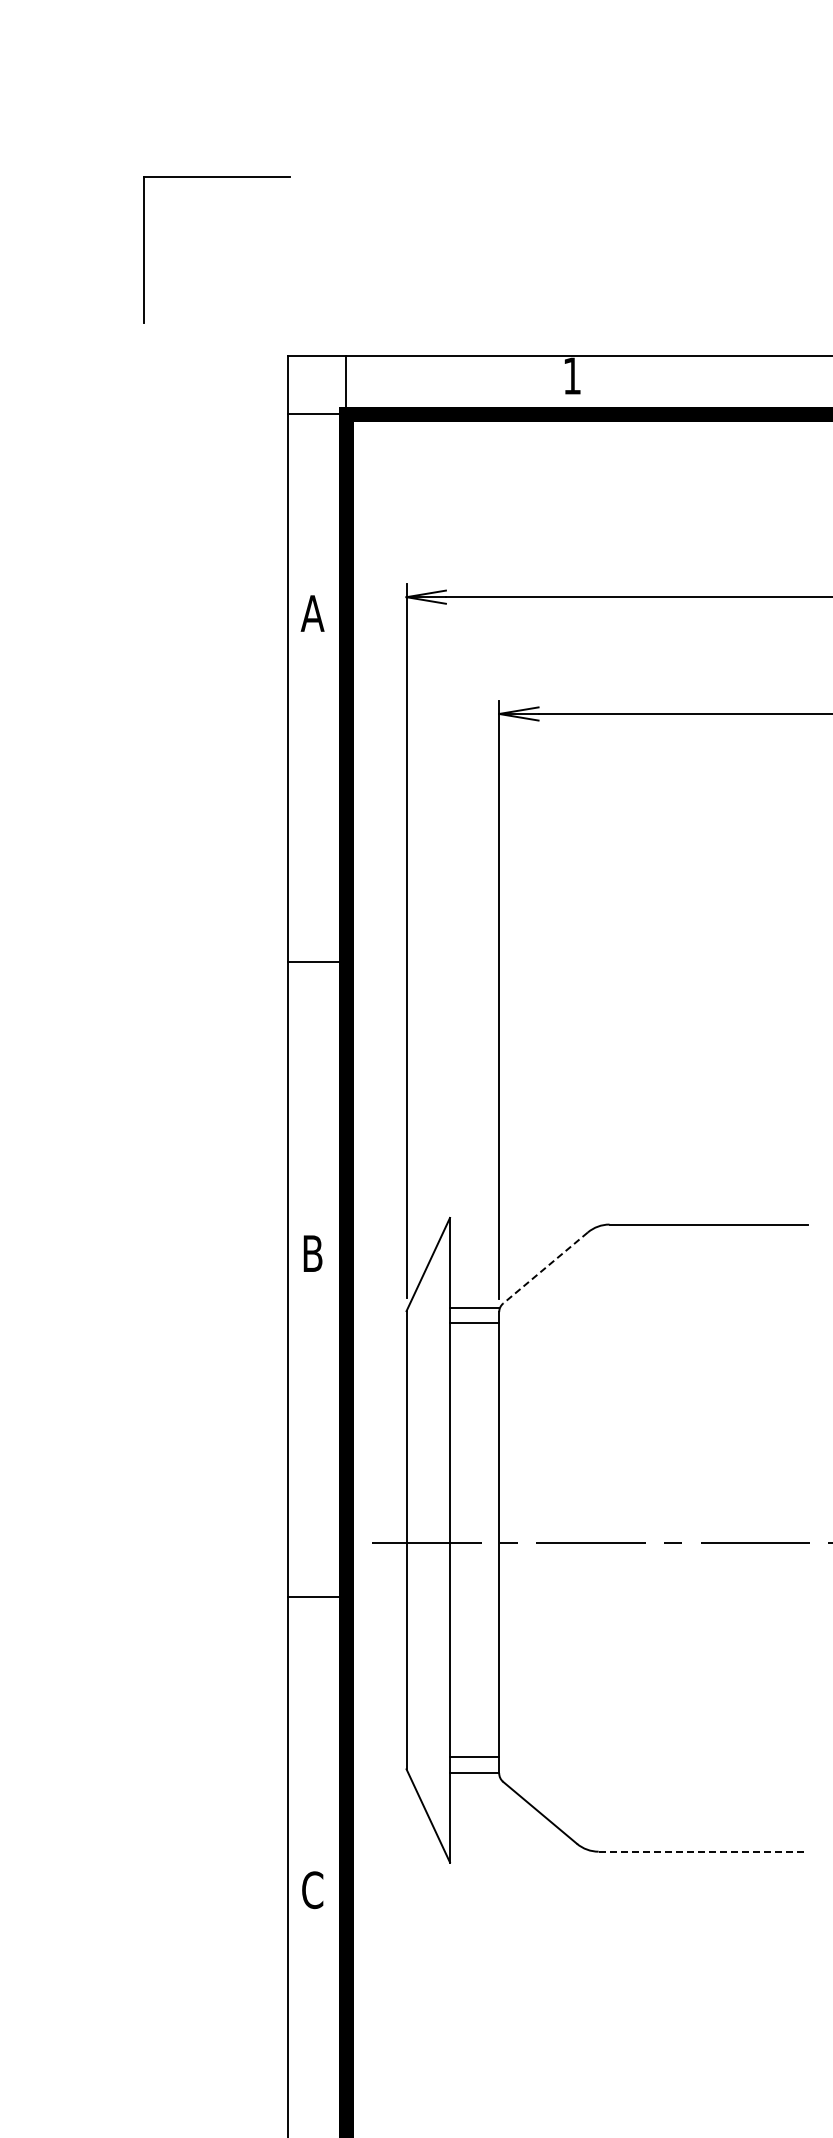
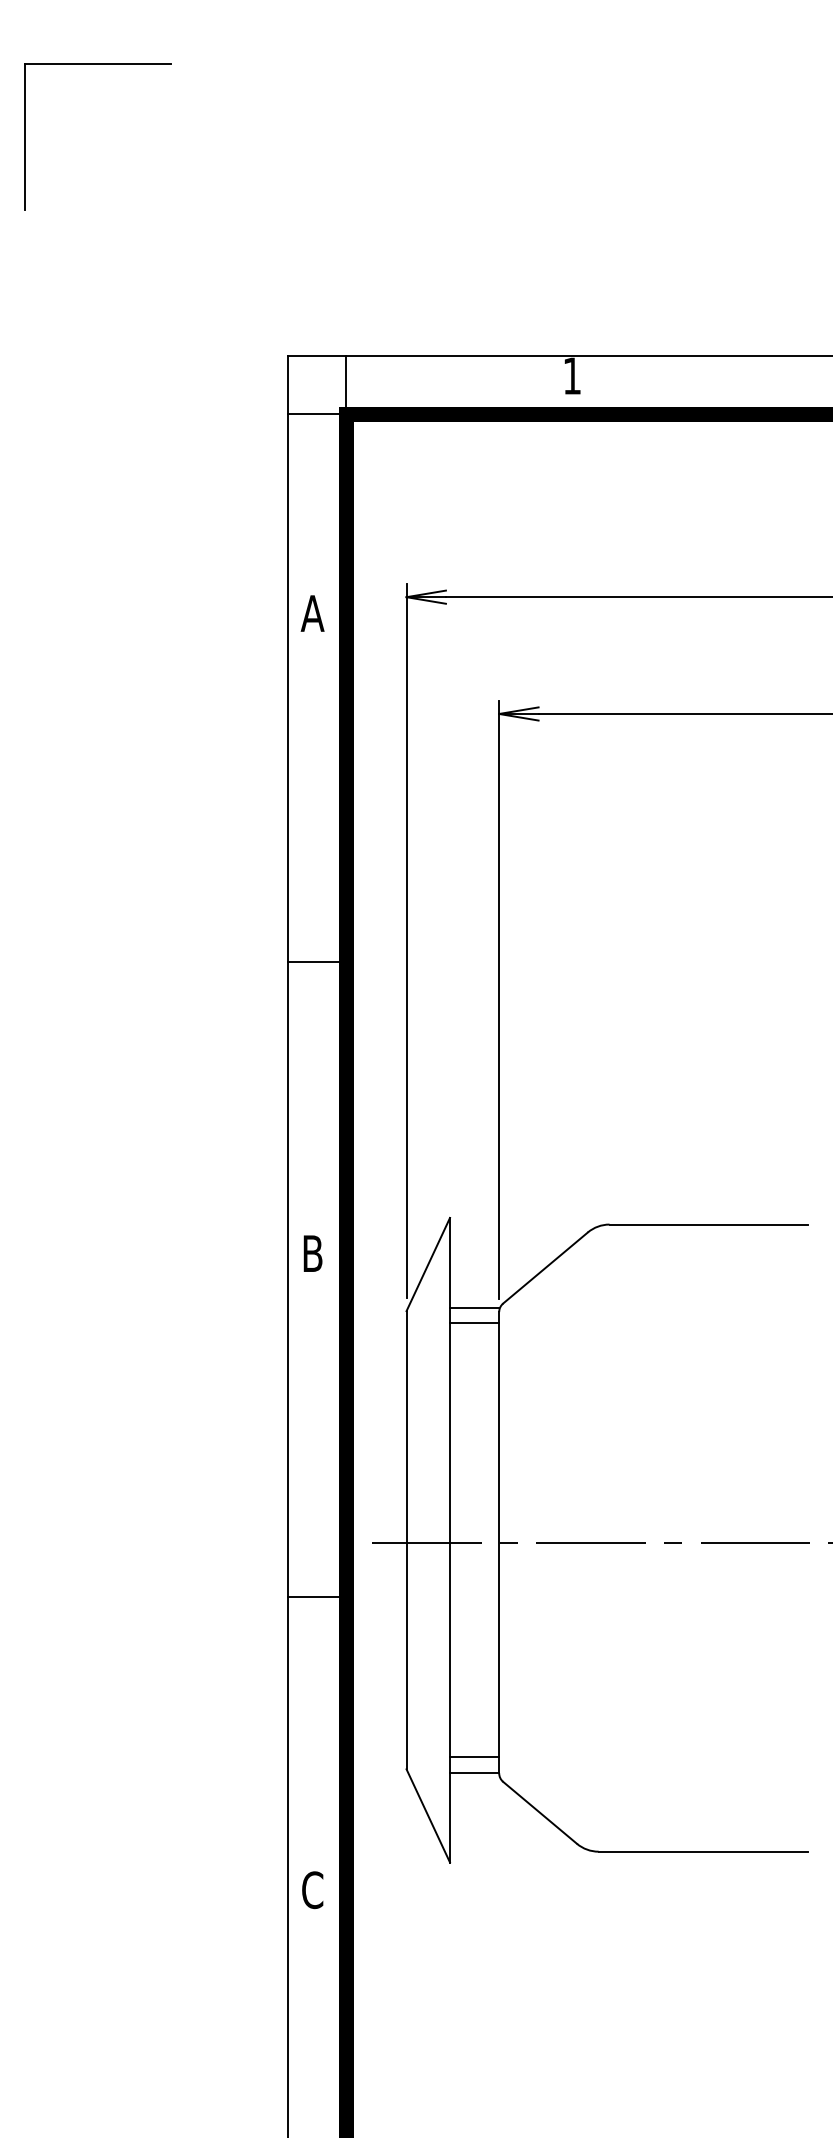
part at (216, 177) position: (216, 177) -> (97, 64)
line at (545, 1268): dashed -> solid
line at (703, 1851): dashed -> solid
